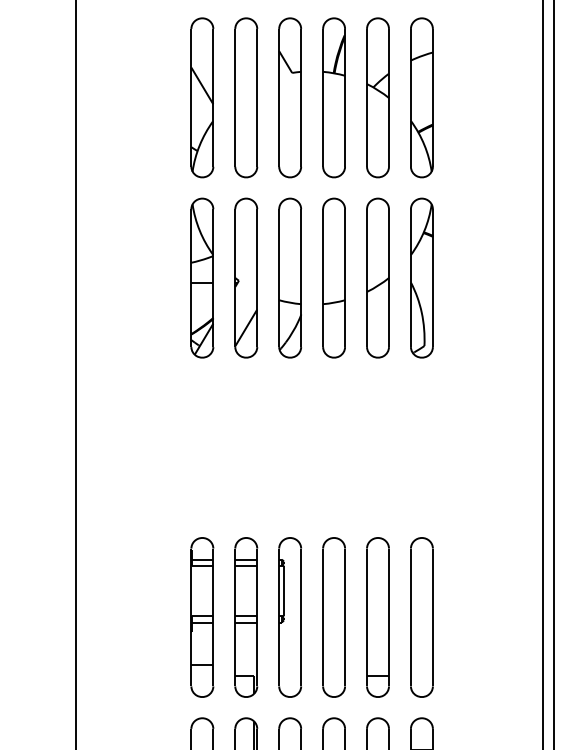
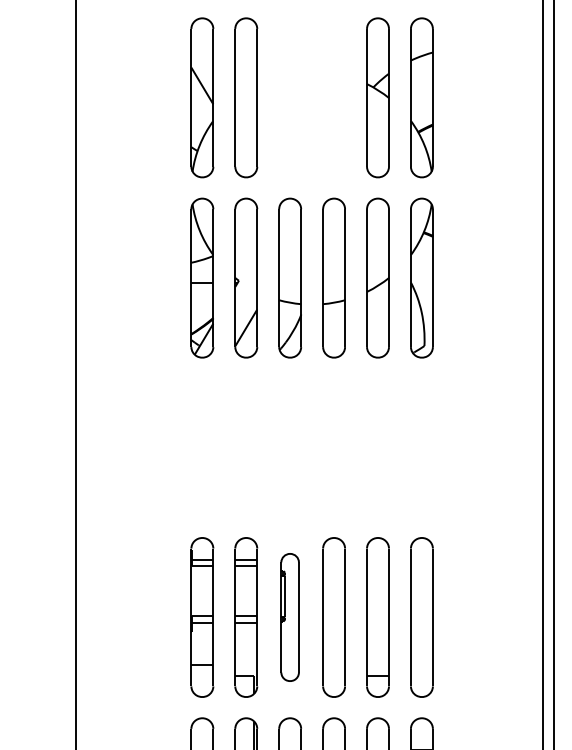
part at (289, 97): present -> none
part at (333, 97): present -> none
part at (289, 617) size: 24x161 px -> 20x129 px
